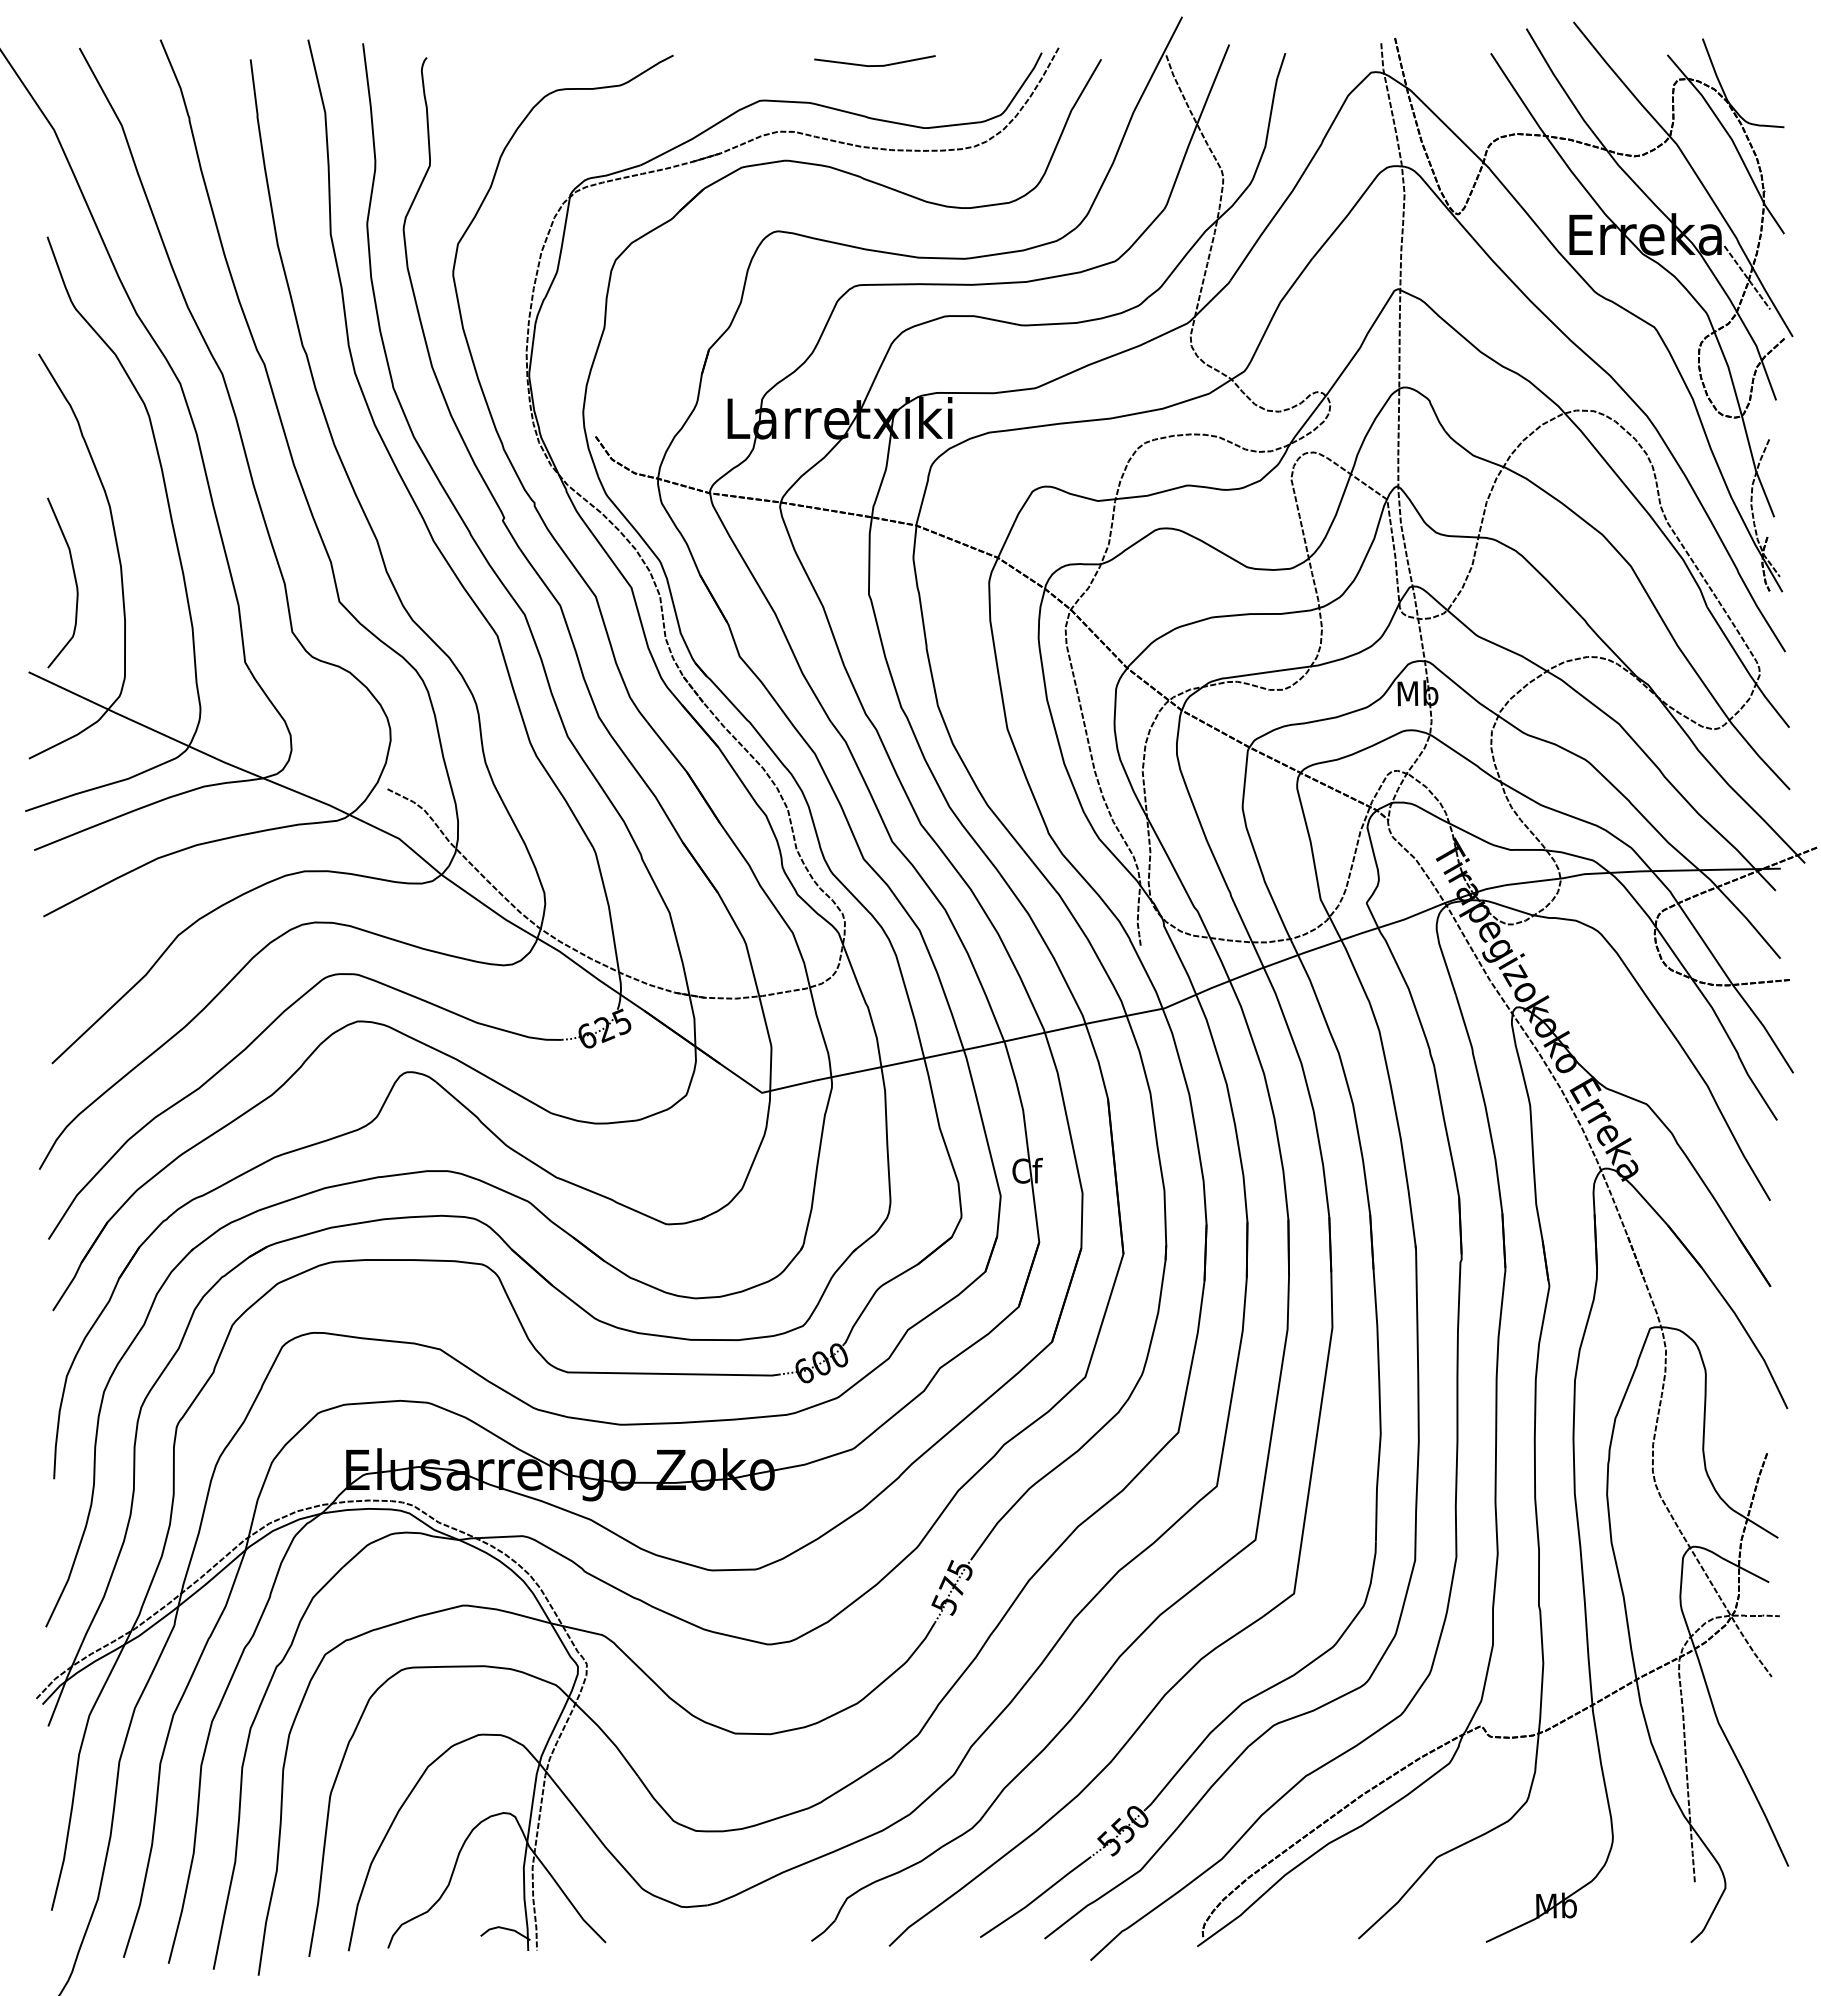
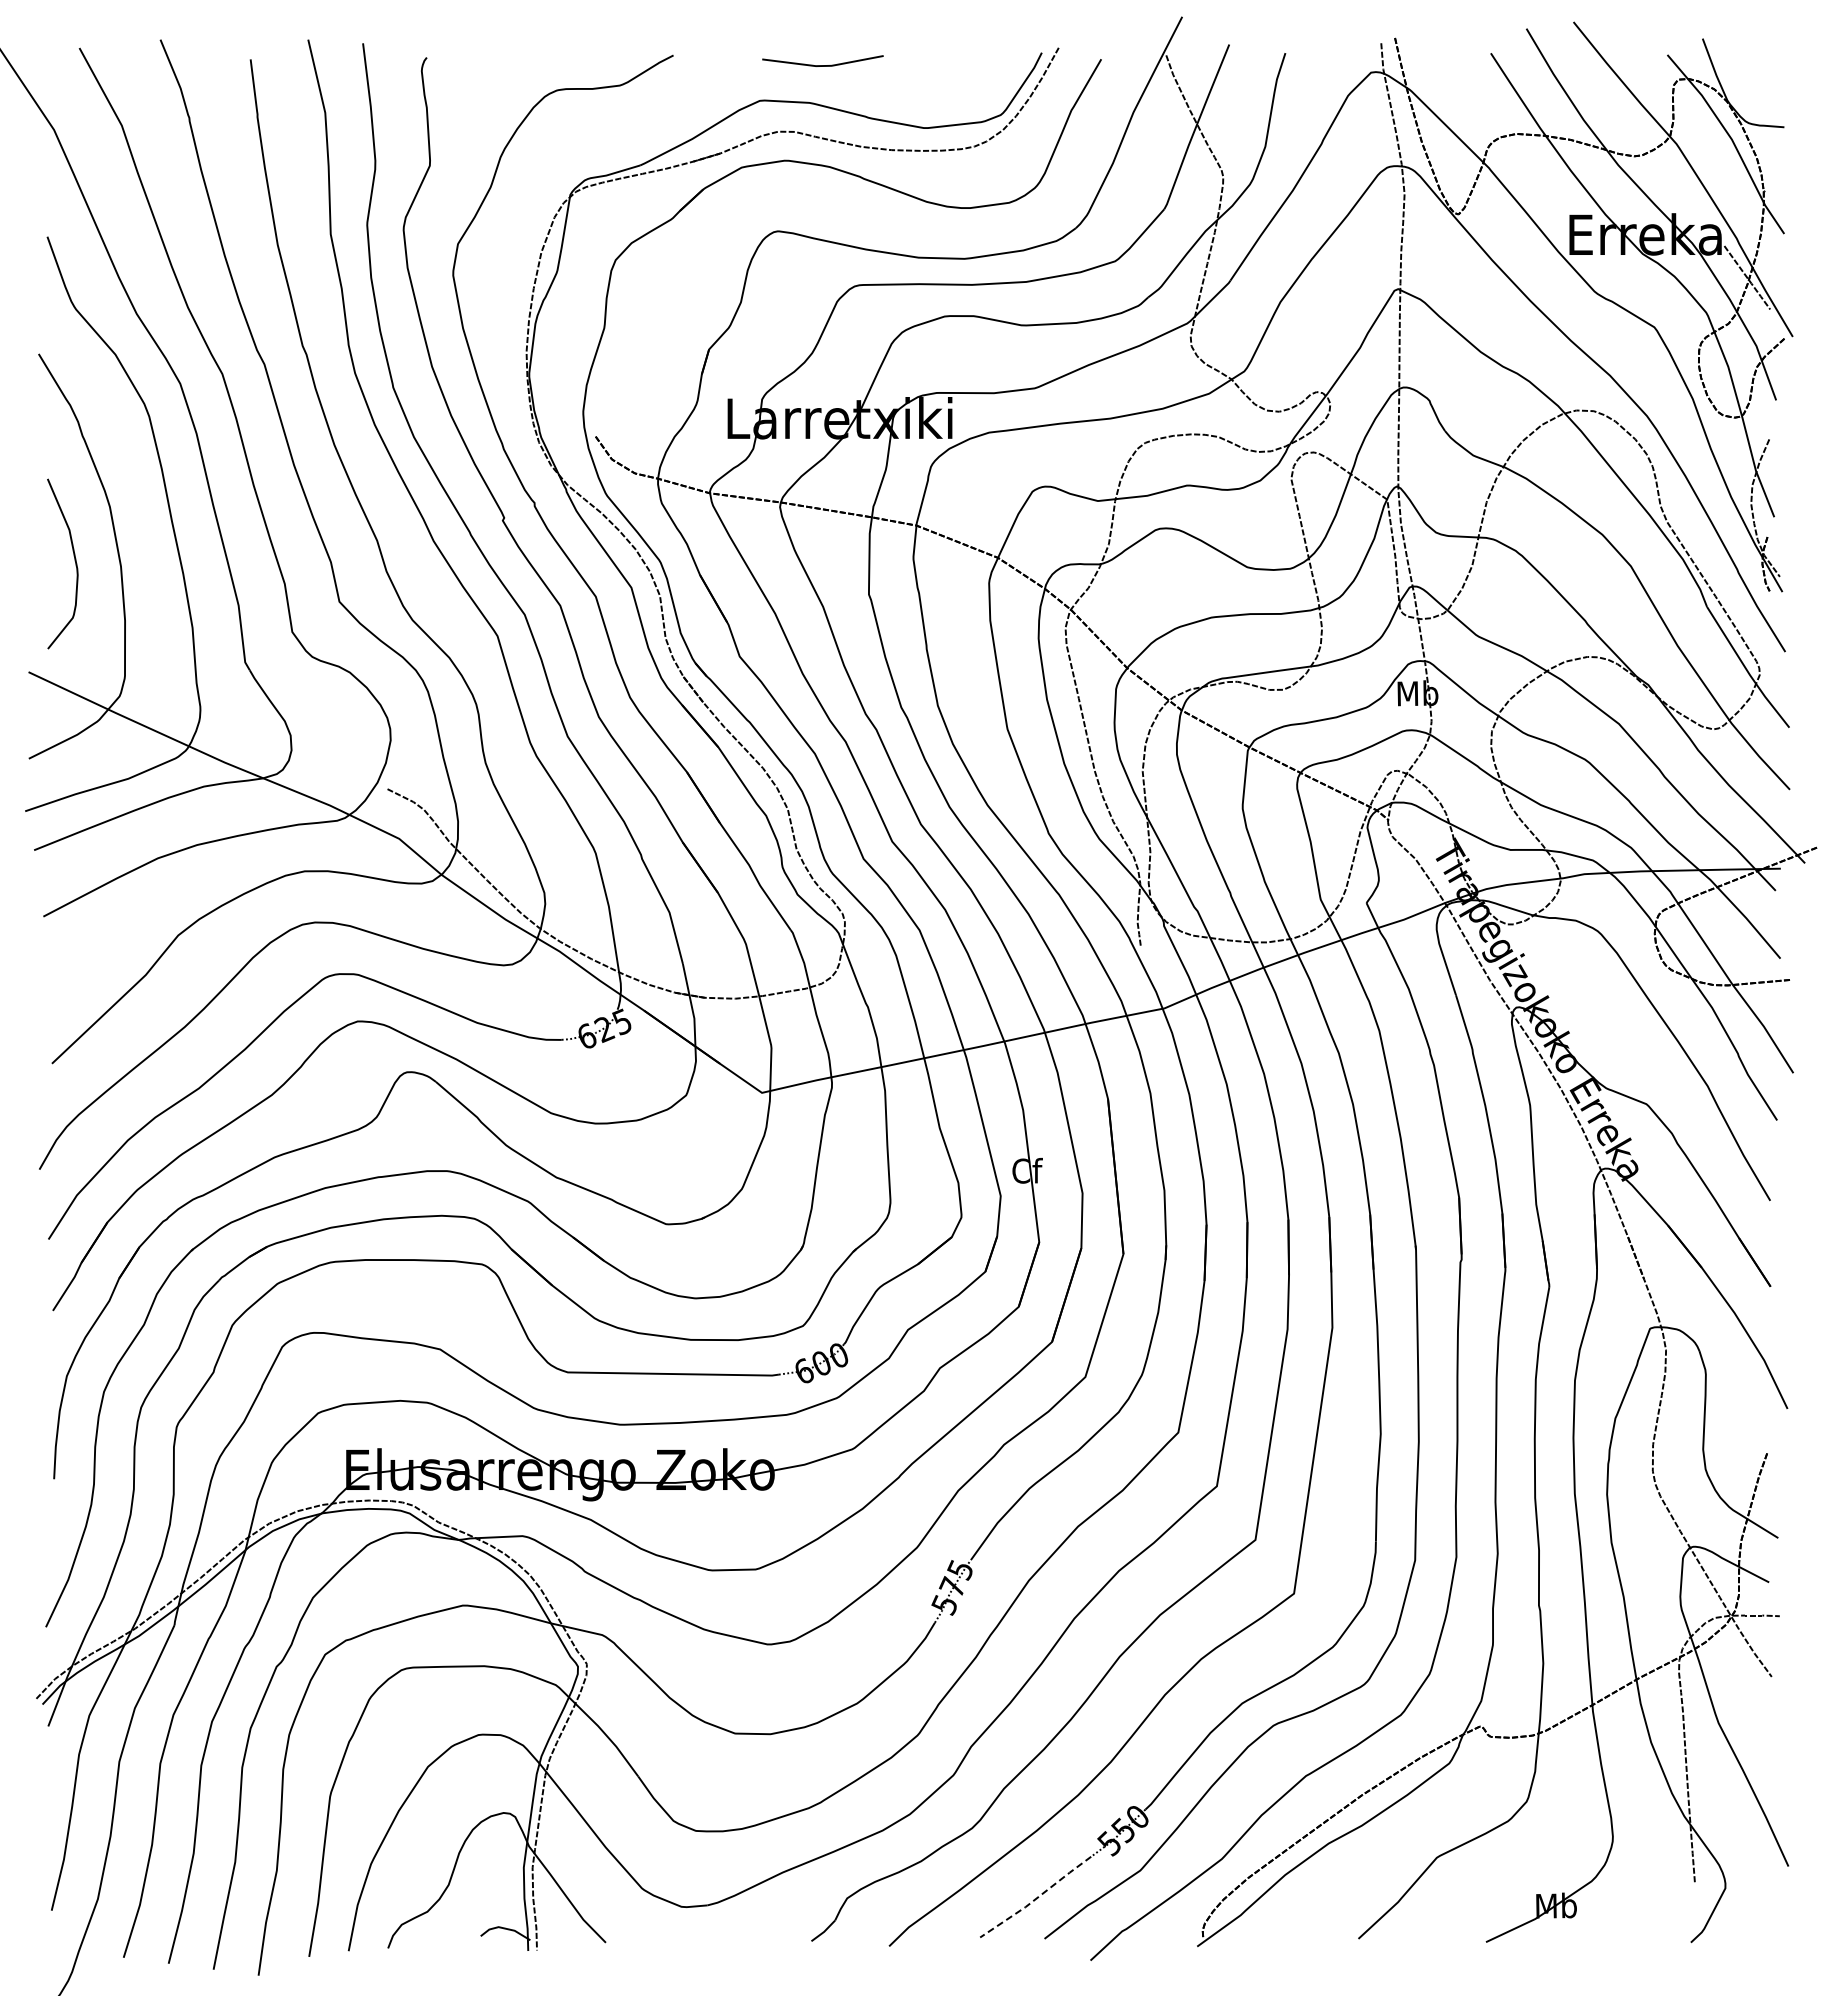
line at (874, 65) position: (874, 65) -> (822, 65)
curve at (74, 580) position: (74, 580) -> (74, 561)
line at (1036, 1898): solid -> dashed
